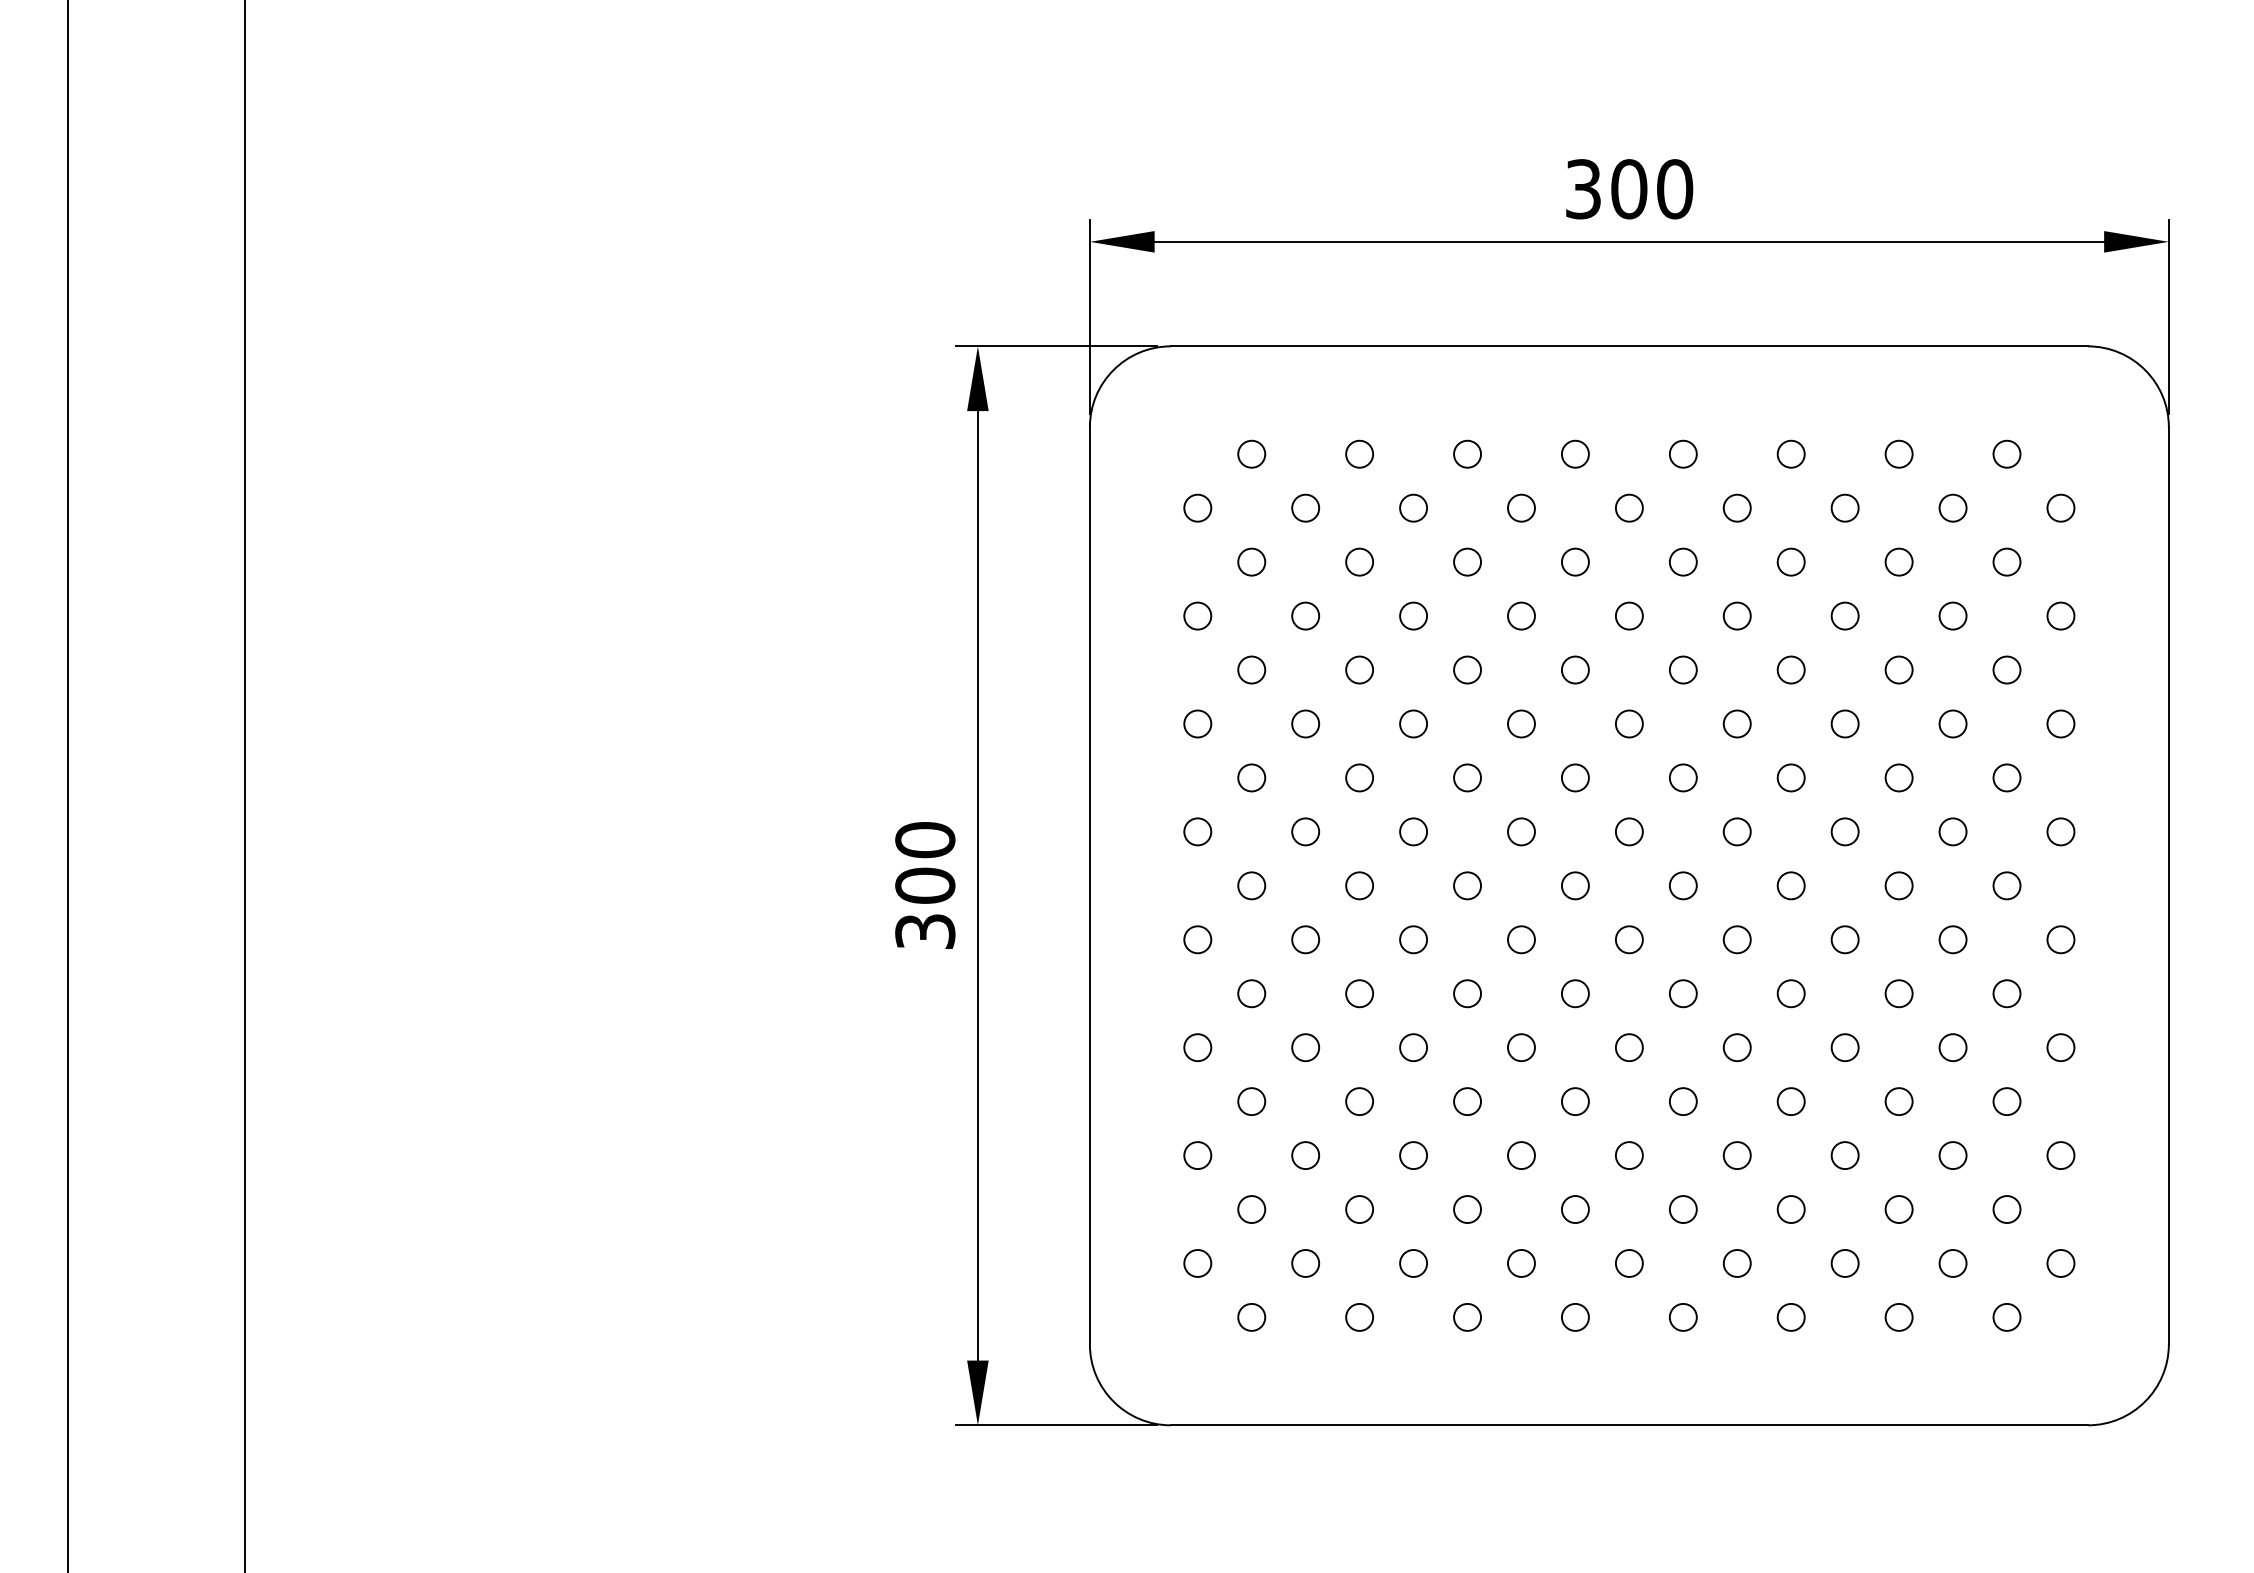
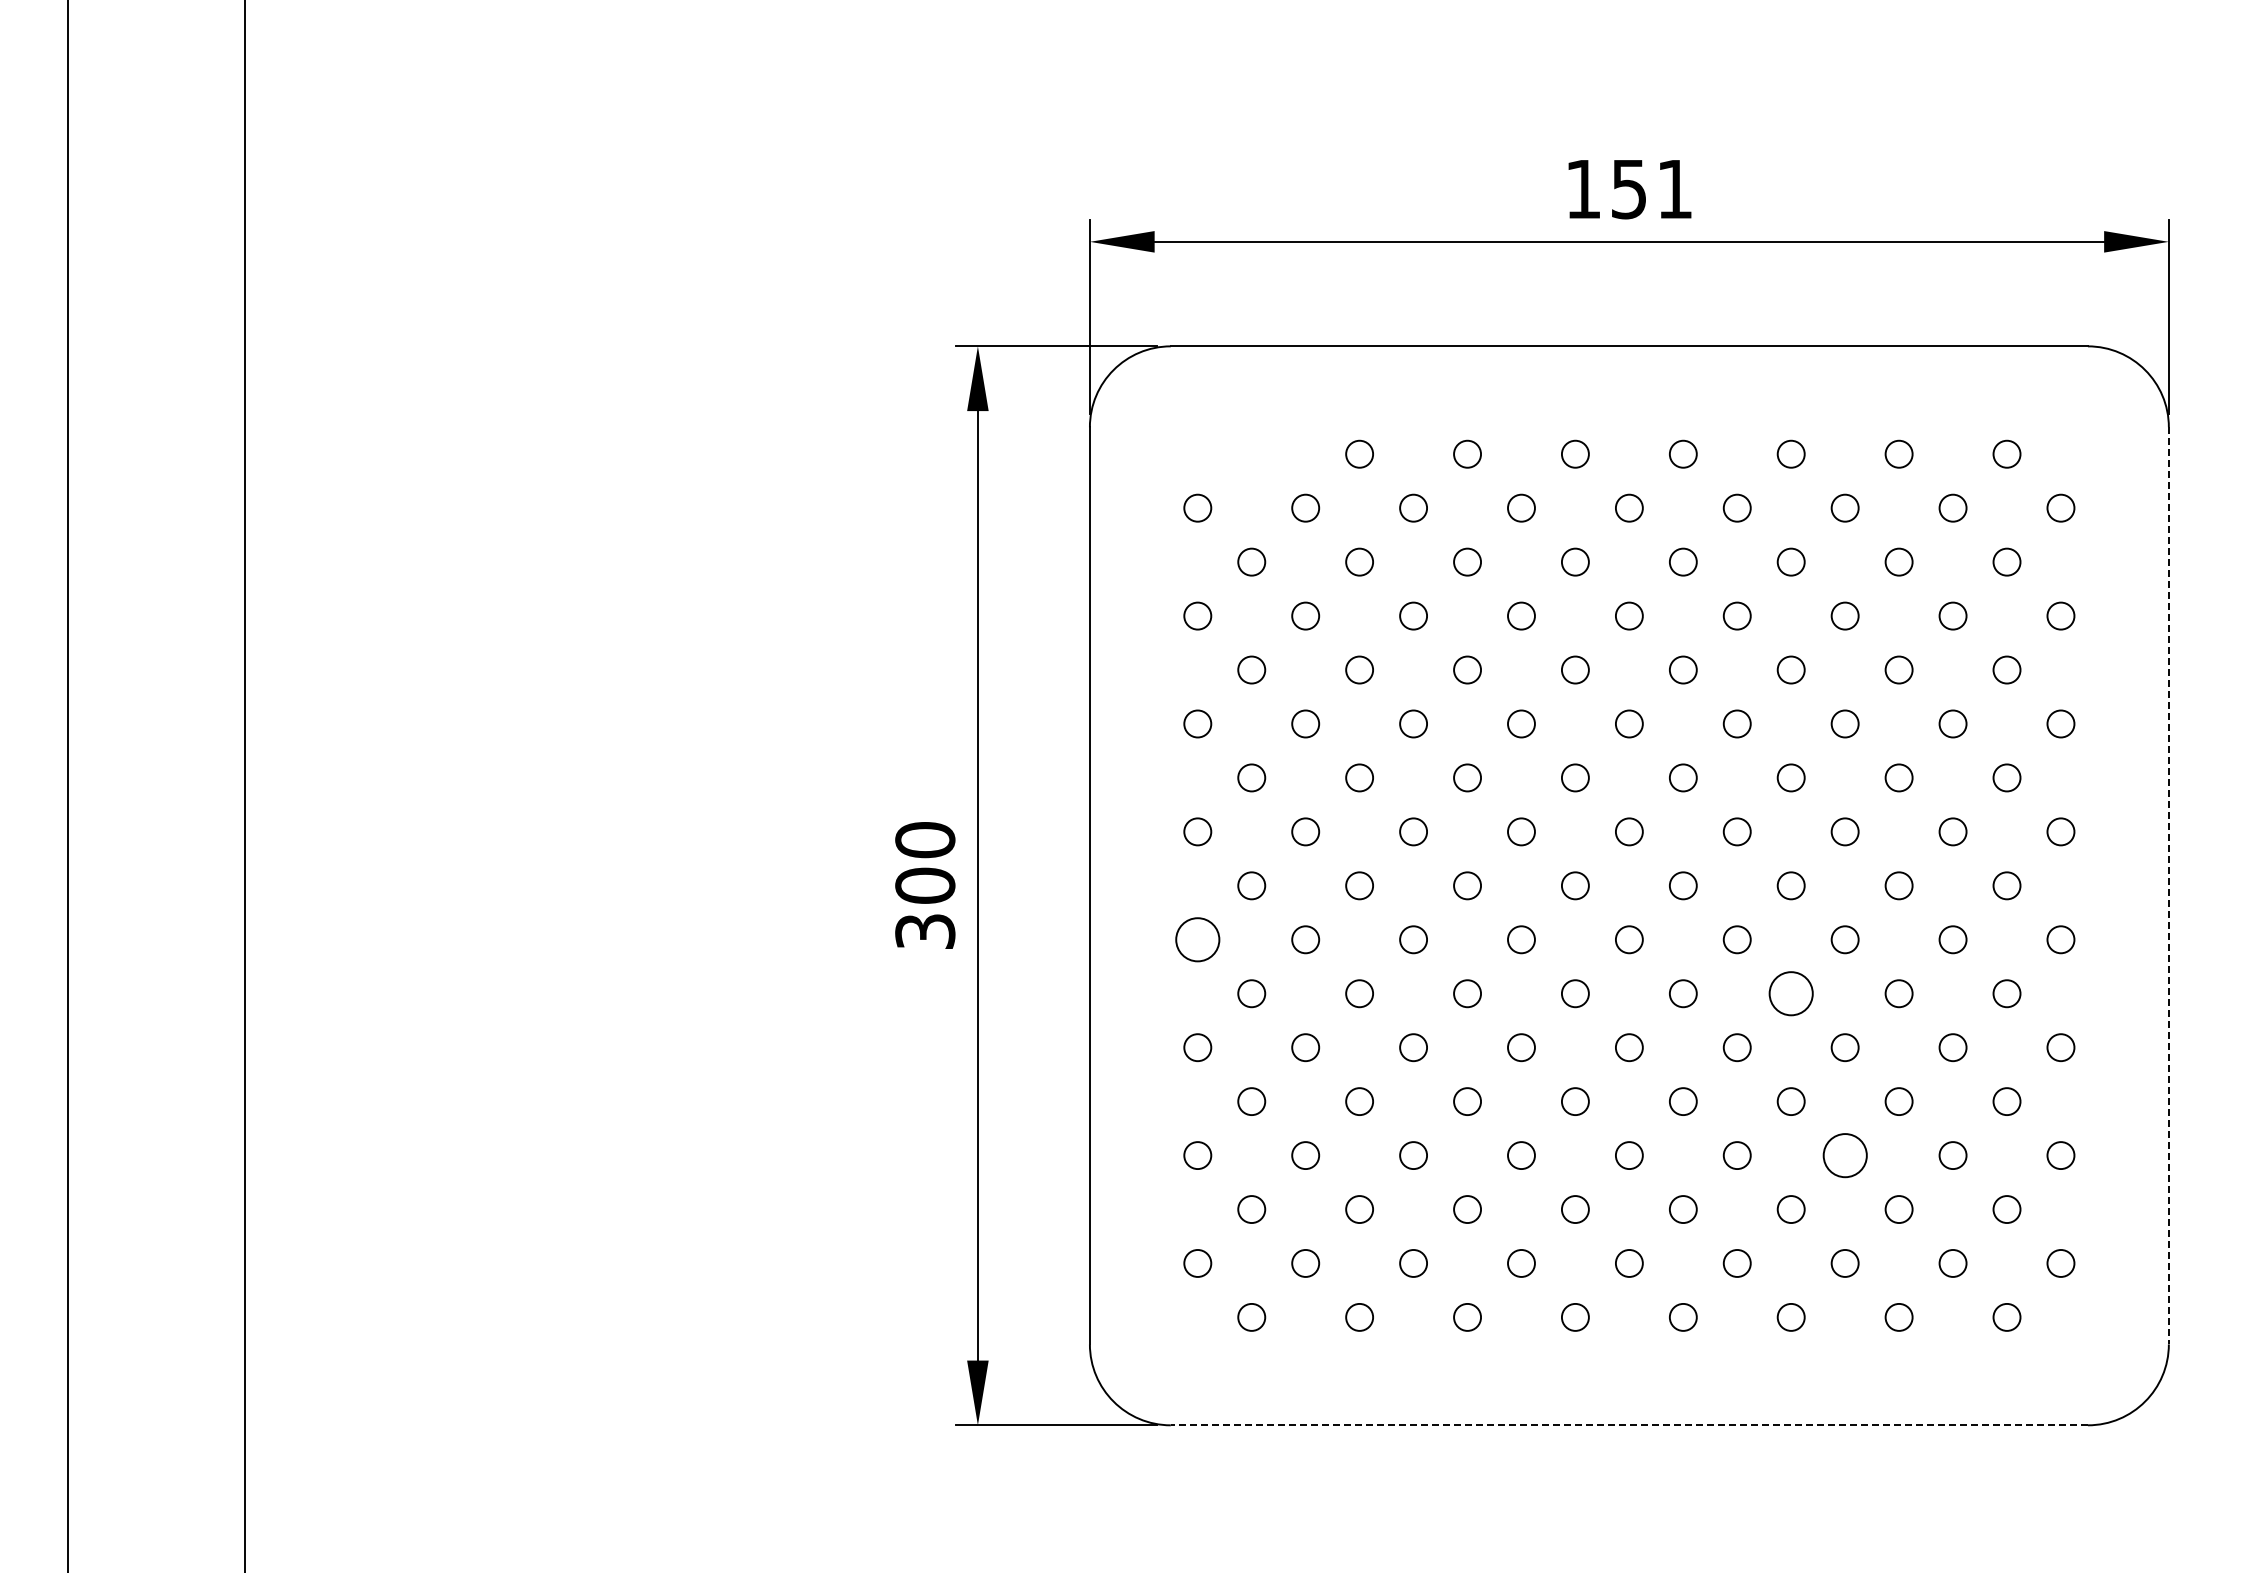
text at (1629, 189): 300 -> 151
circle at (1251, 453): present -> none
line at (2168, 885): solid -> dashed
circle at (1197, 939) diameter: 27 px -> 43 px
circle at (1790, 993) diameter: 27 px -> 43 px
circle at (1844, 1155) size: 30x29 px -> 46x46 px
line at (1629, 1425): solid -> dashed
